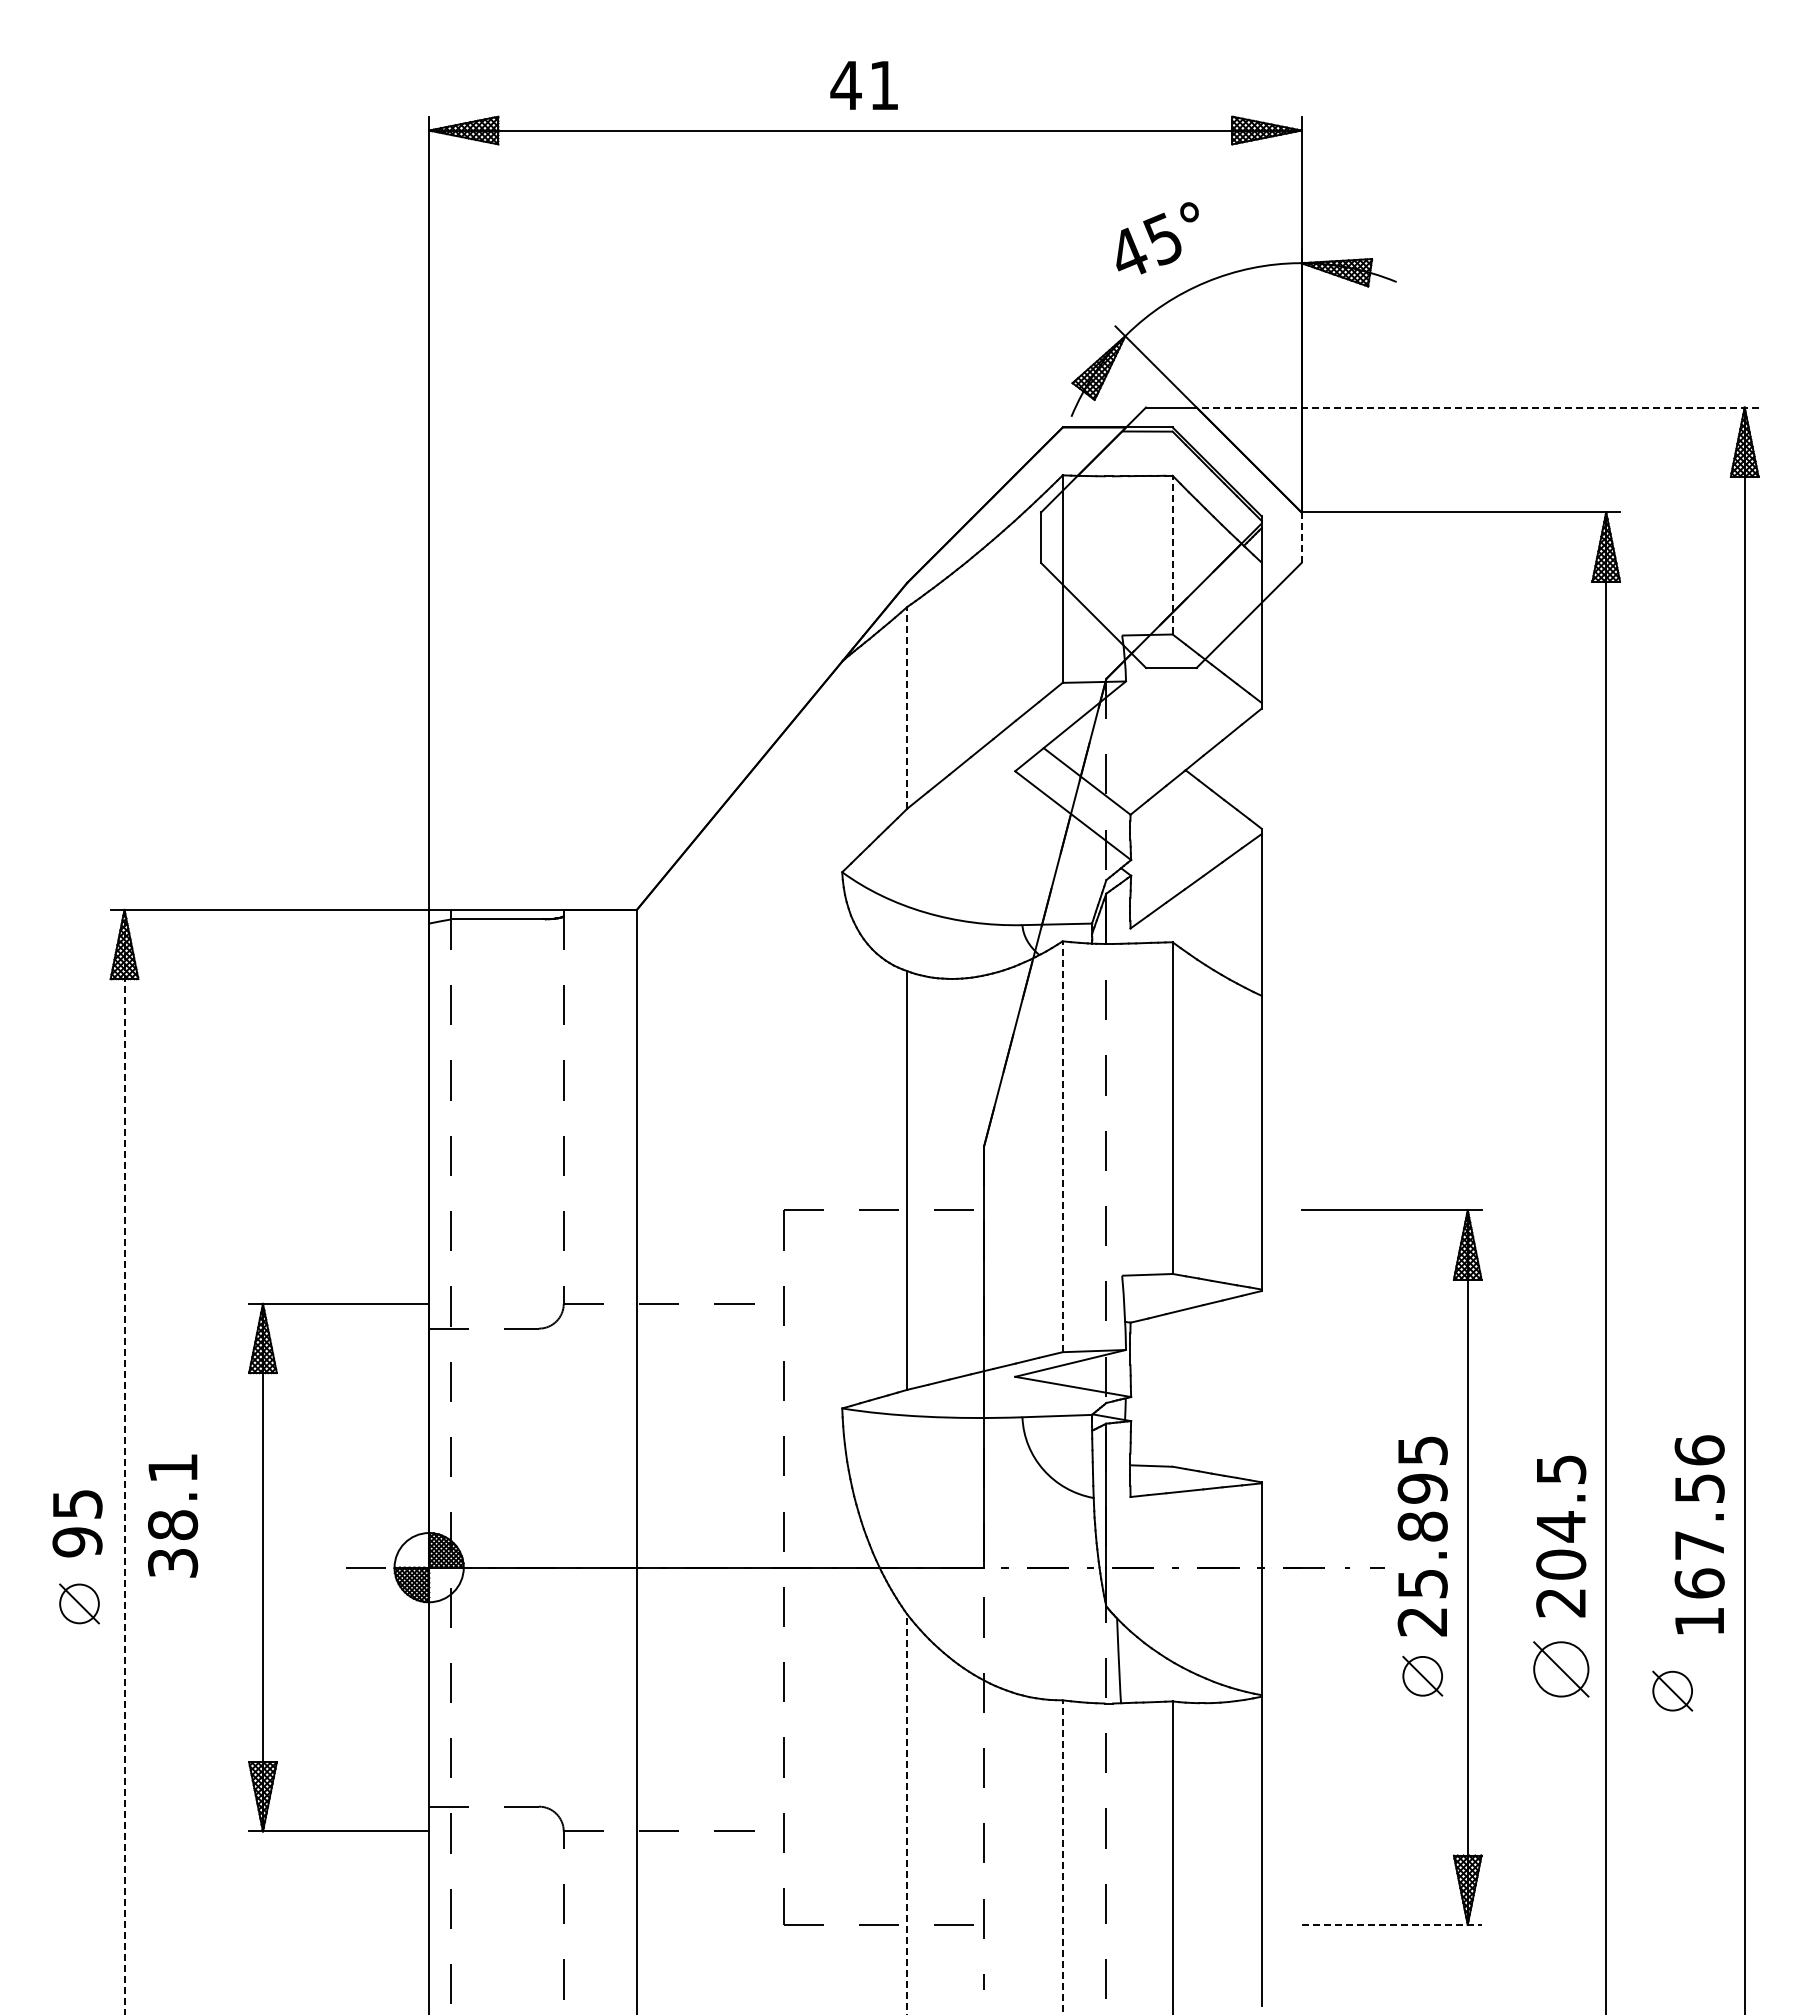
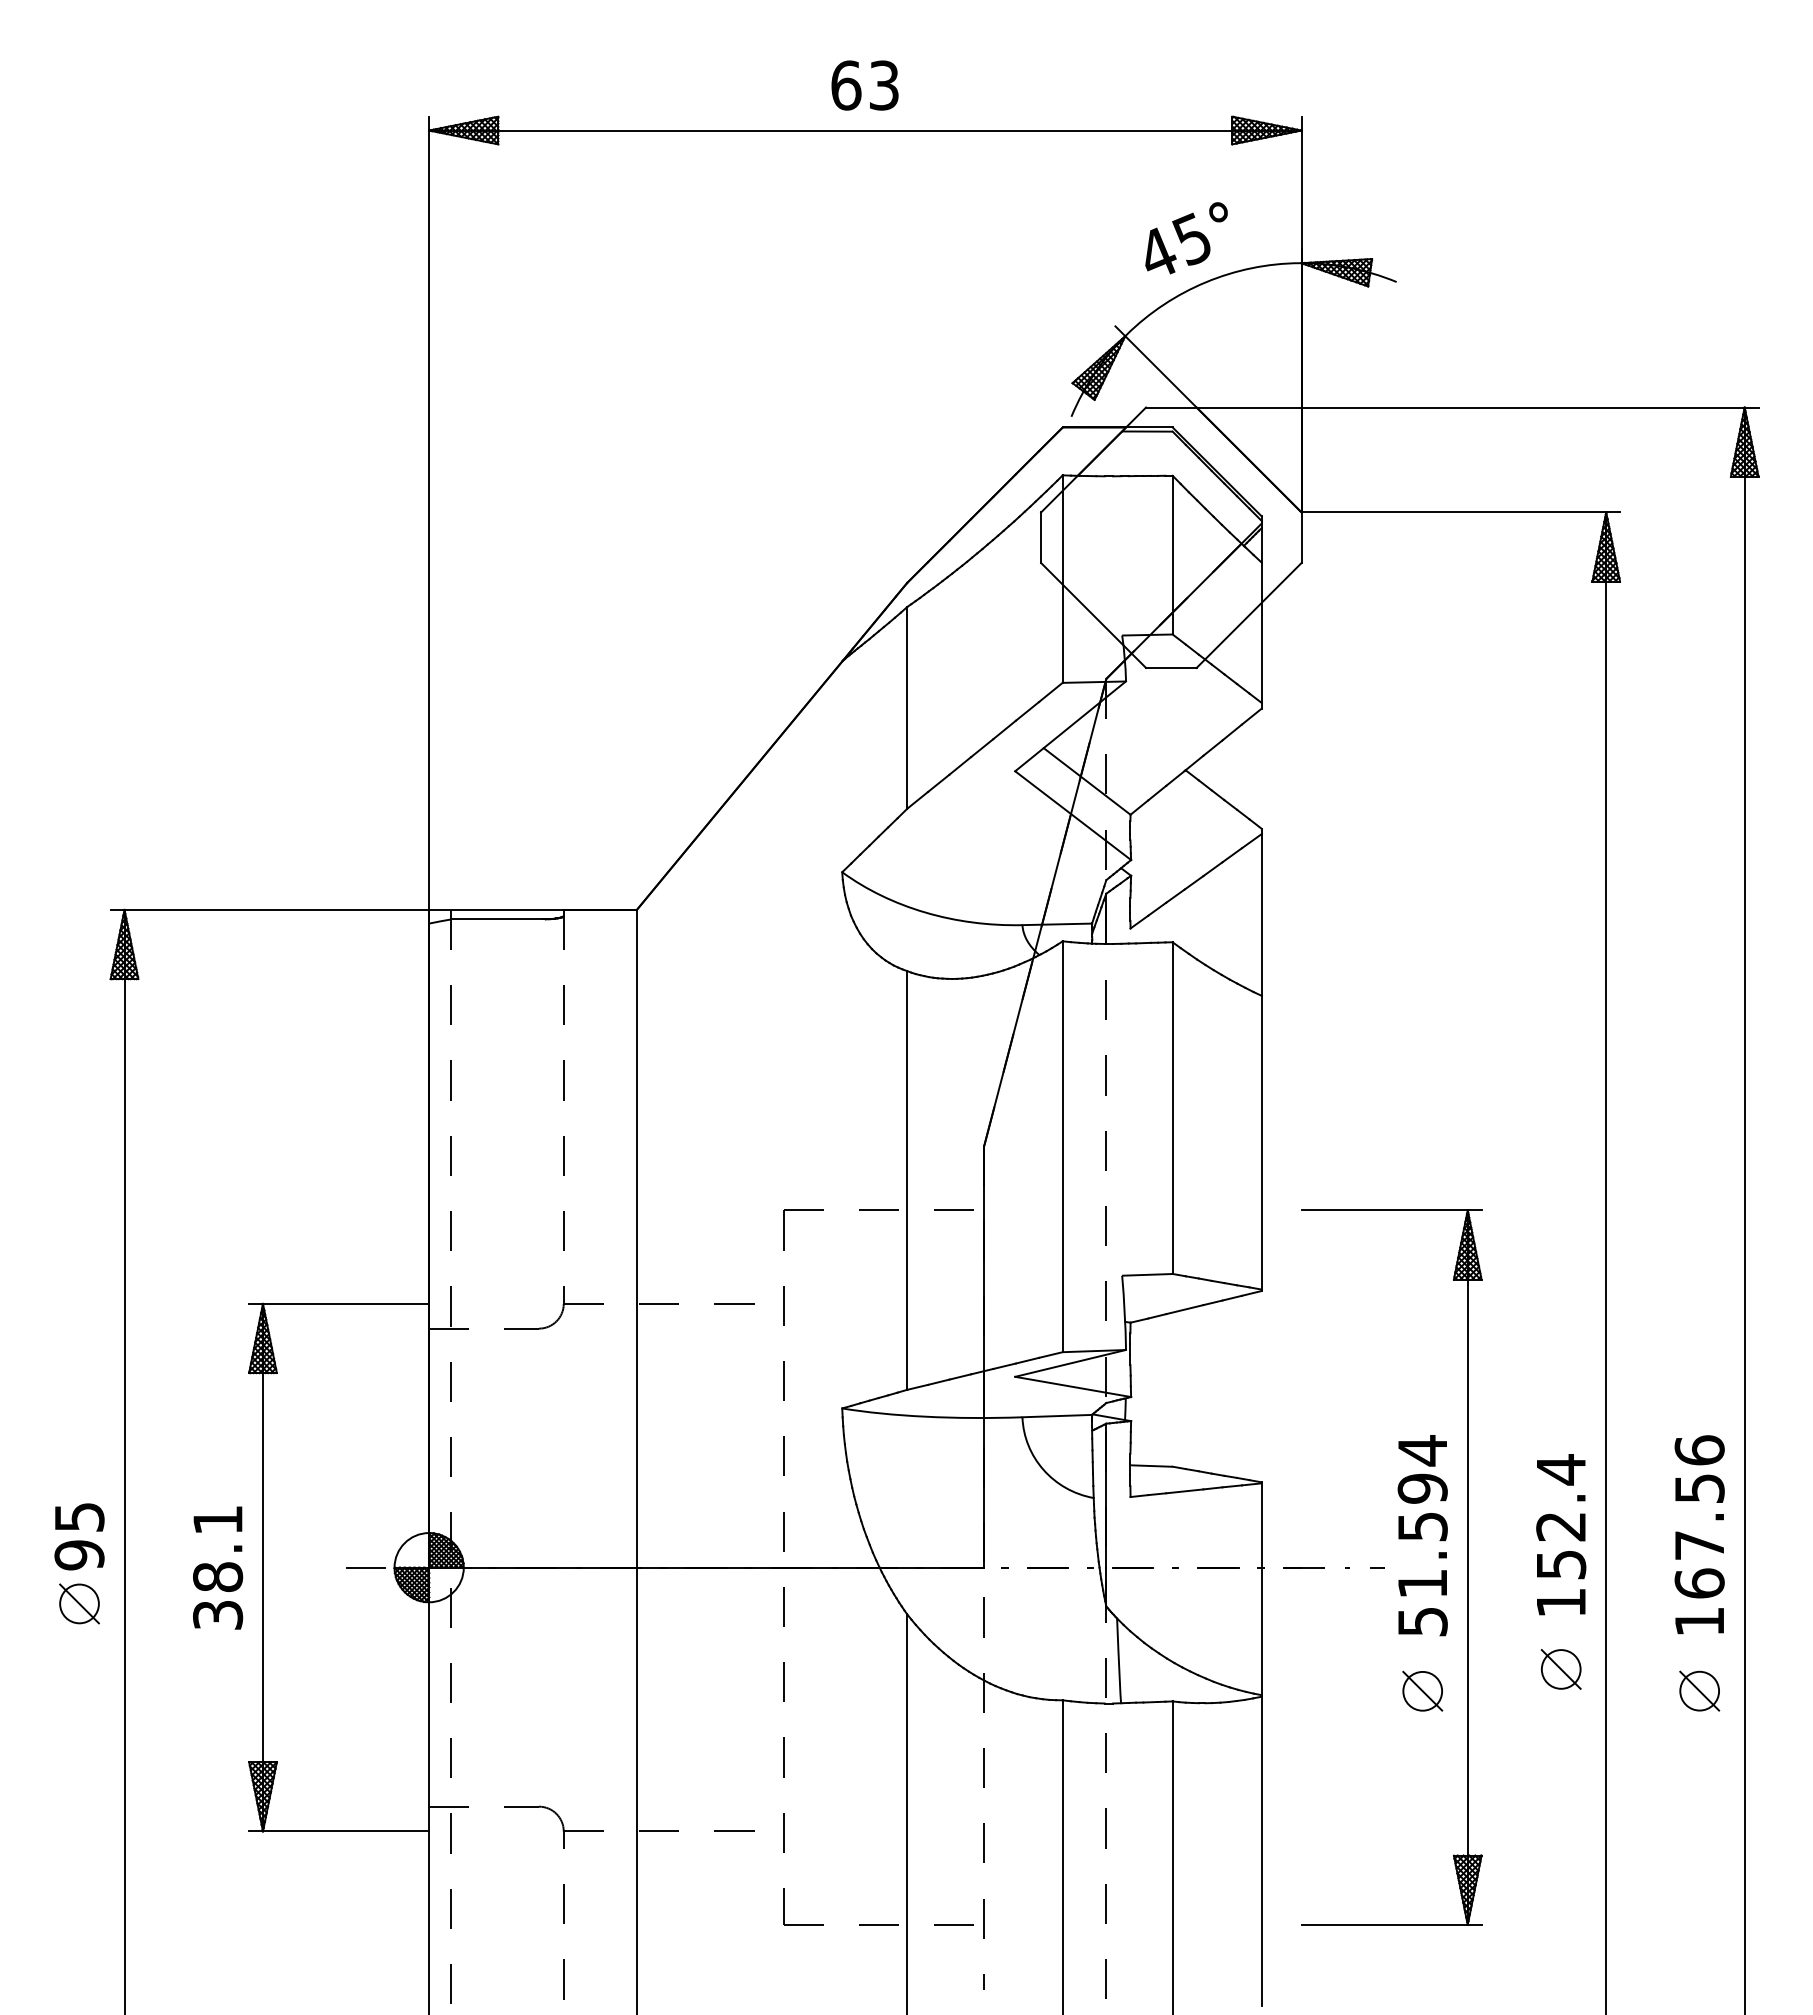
text at (864, 85): 41 -> 63
text at (1157, 238) position: (1157, 238) -> (1186, 238)
line at (1477, 407): dashed -> solid
line at (1301, 537): dashed -> solid
line at (1172, 554): dashed -> solid
line at (907, 707): dashed -> solid
line at (1062, 1146): dashed -> solid
line at (124, 1461): dashed -> solid
text at (173, 1515) position: (173, 1515) -> (218, 1567)
text at (77, 1523) position: (77, 1523) -> (79, 1536)
text at (1422, 1535): 25.895 -> 51.594
text at (1561, 1535): 204.5 -> 152.4
part at (1561, 1669) size: 57x57 px -> 42x41 px
part at (1422, 1675) position: (1422, 1675) -> (1422, 1690)
part at (1672, 1690) position: (1672, 1690) -> (1699, 1690)
line at (907, 1814): dashed -> solid
line at (1062, 1856): dashed -> solid
line at (1392, 1924): dashed -> solid
